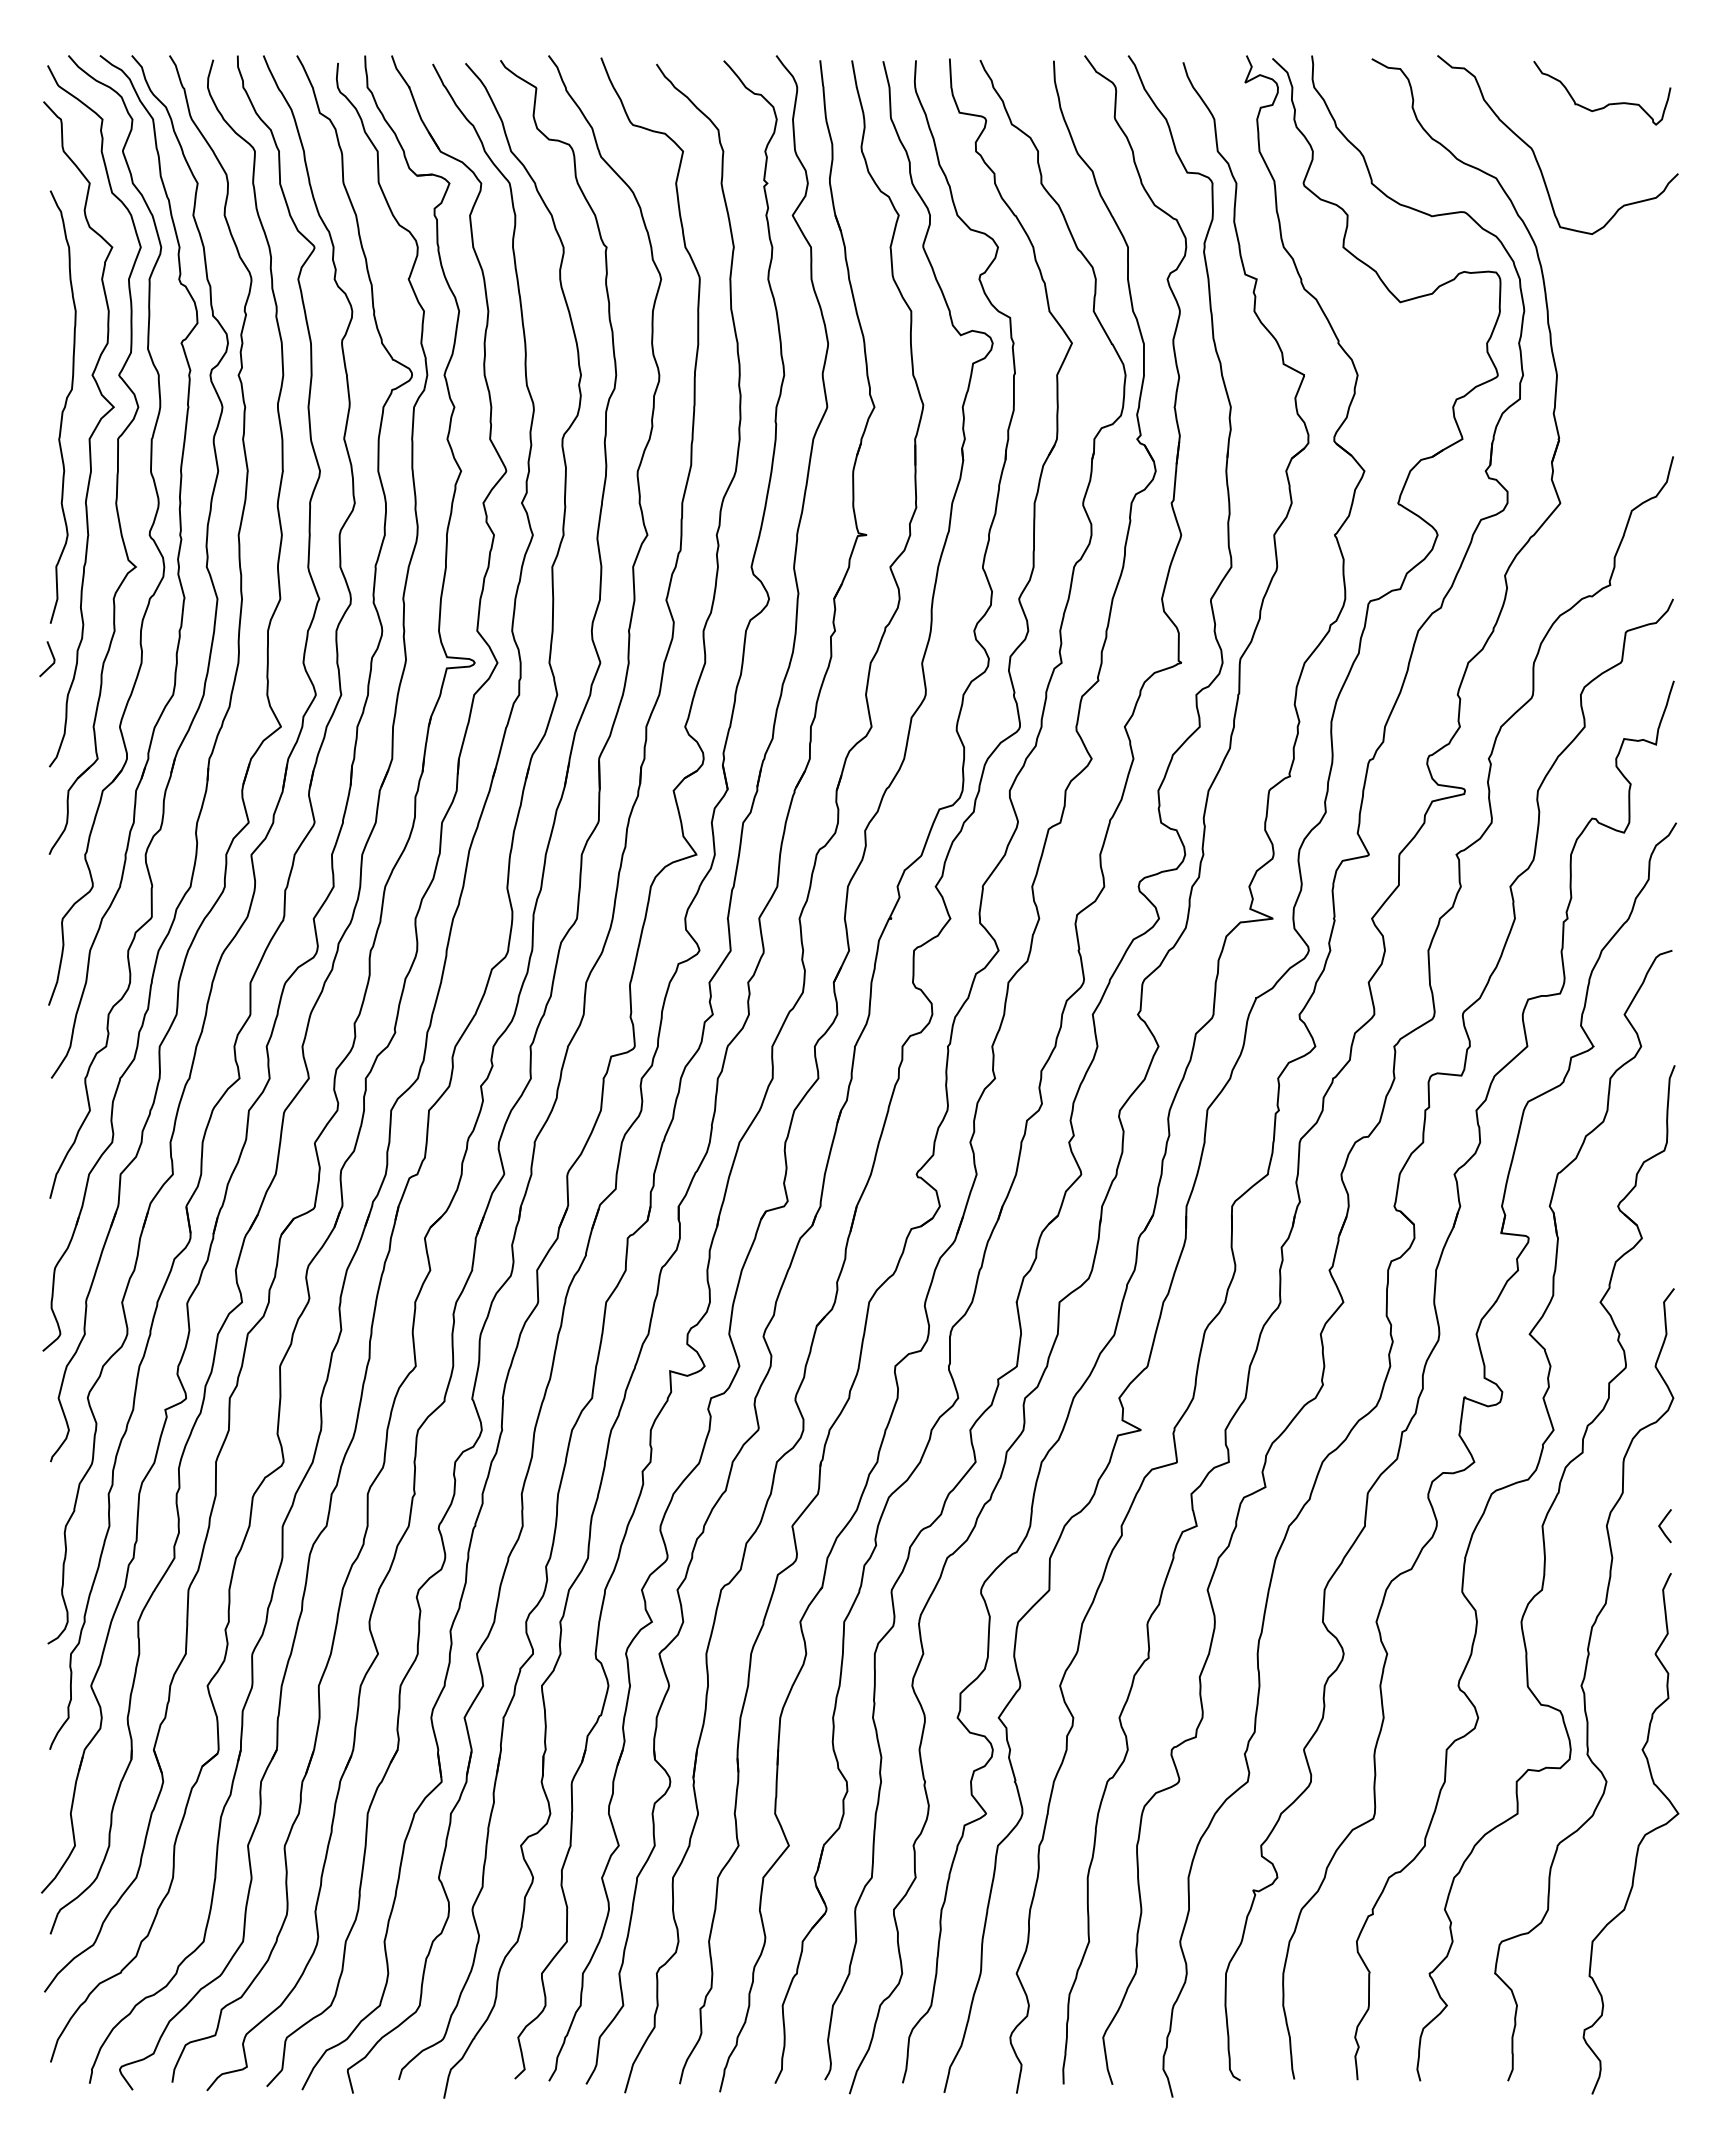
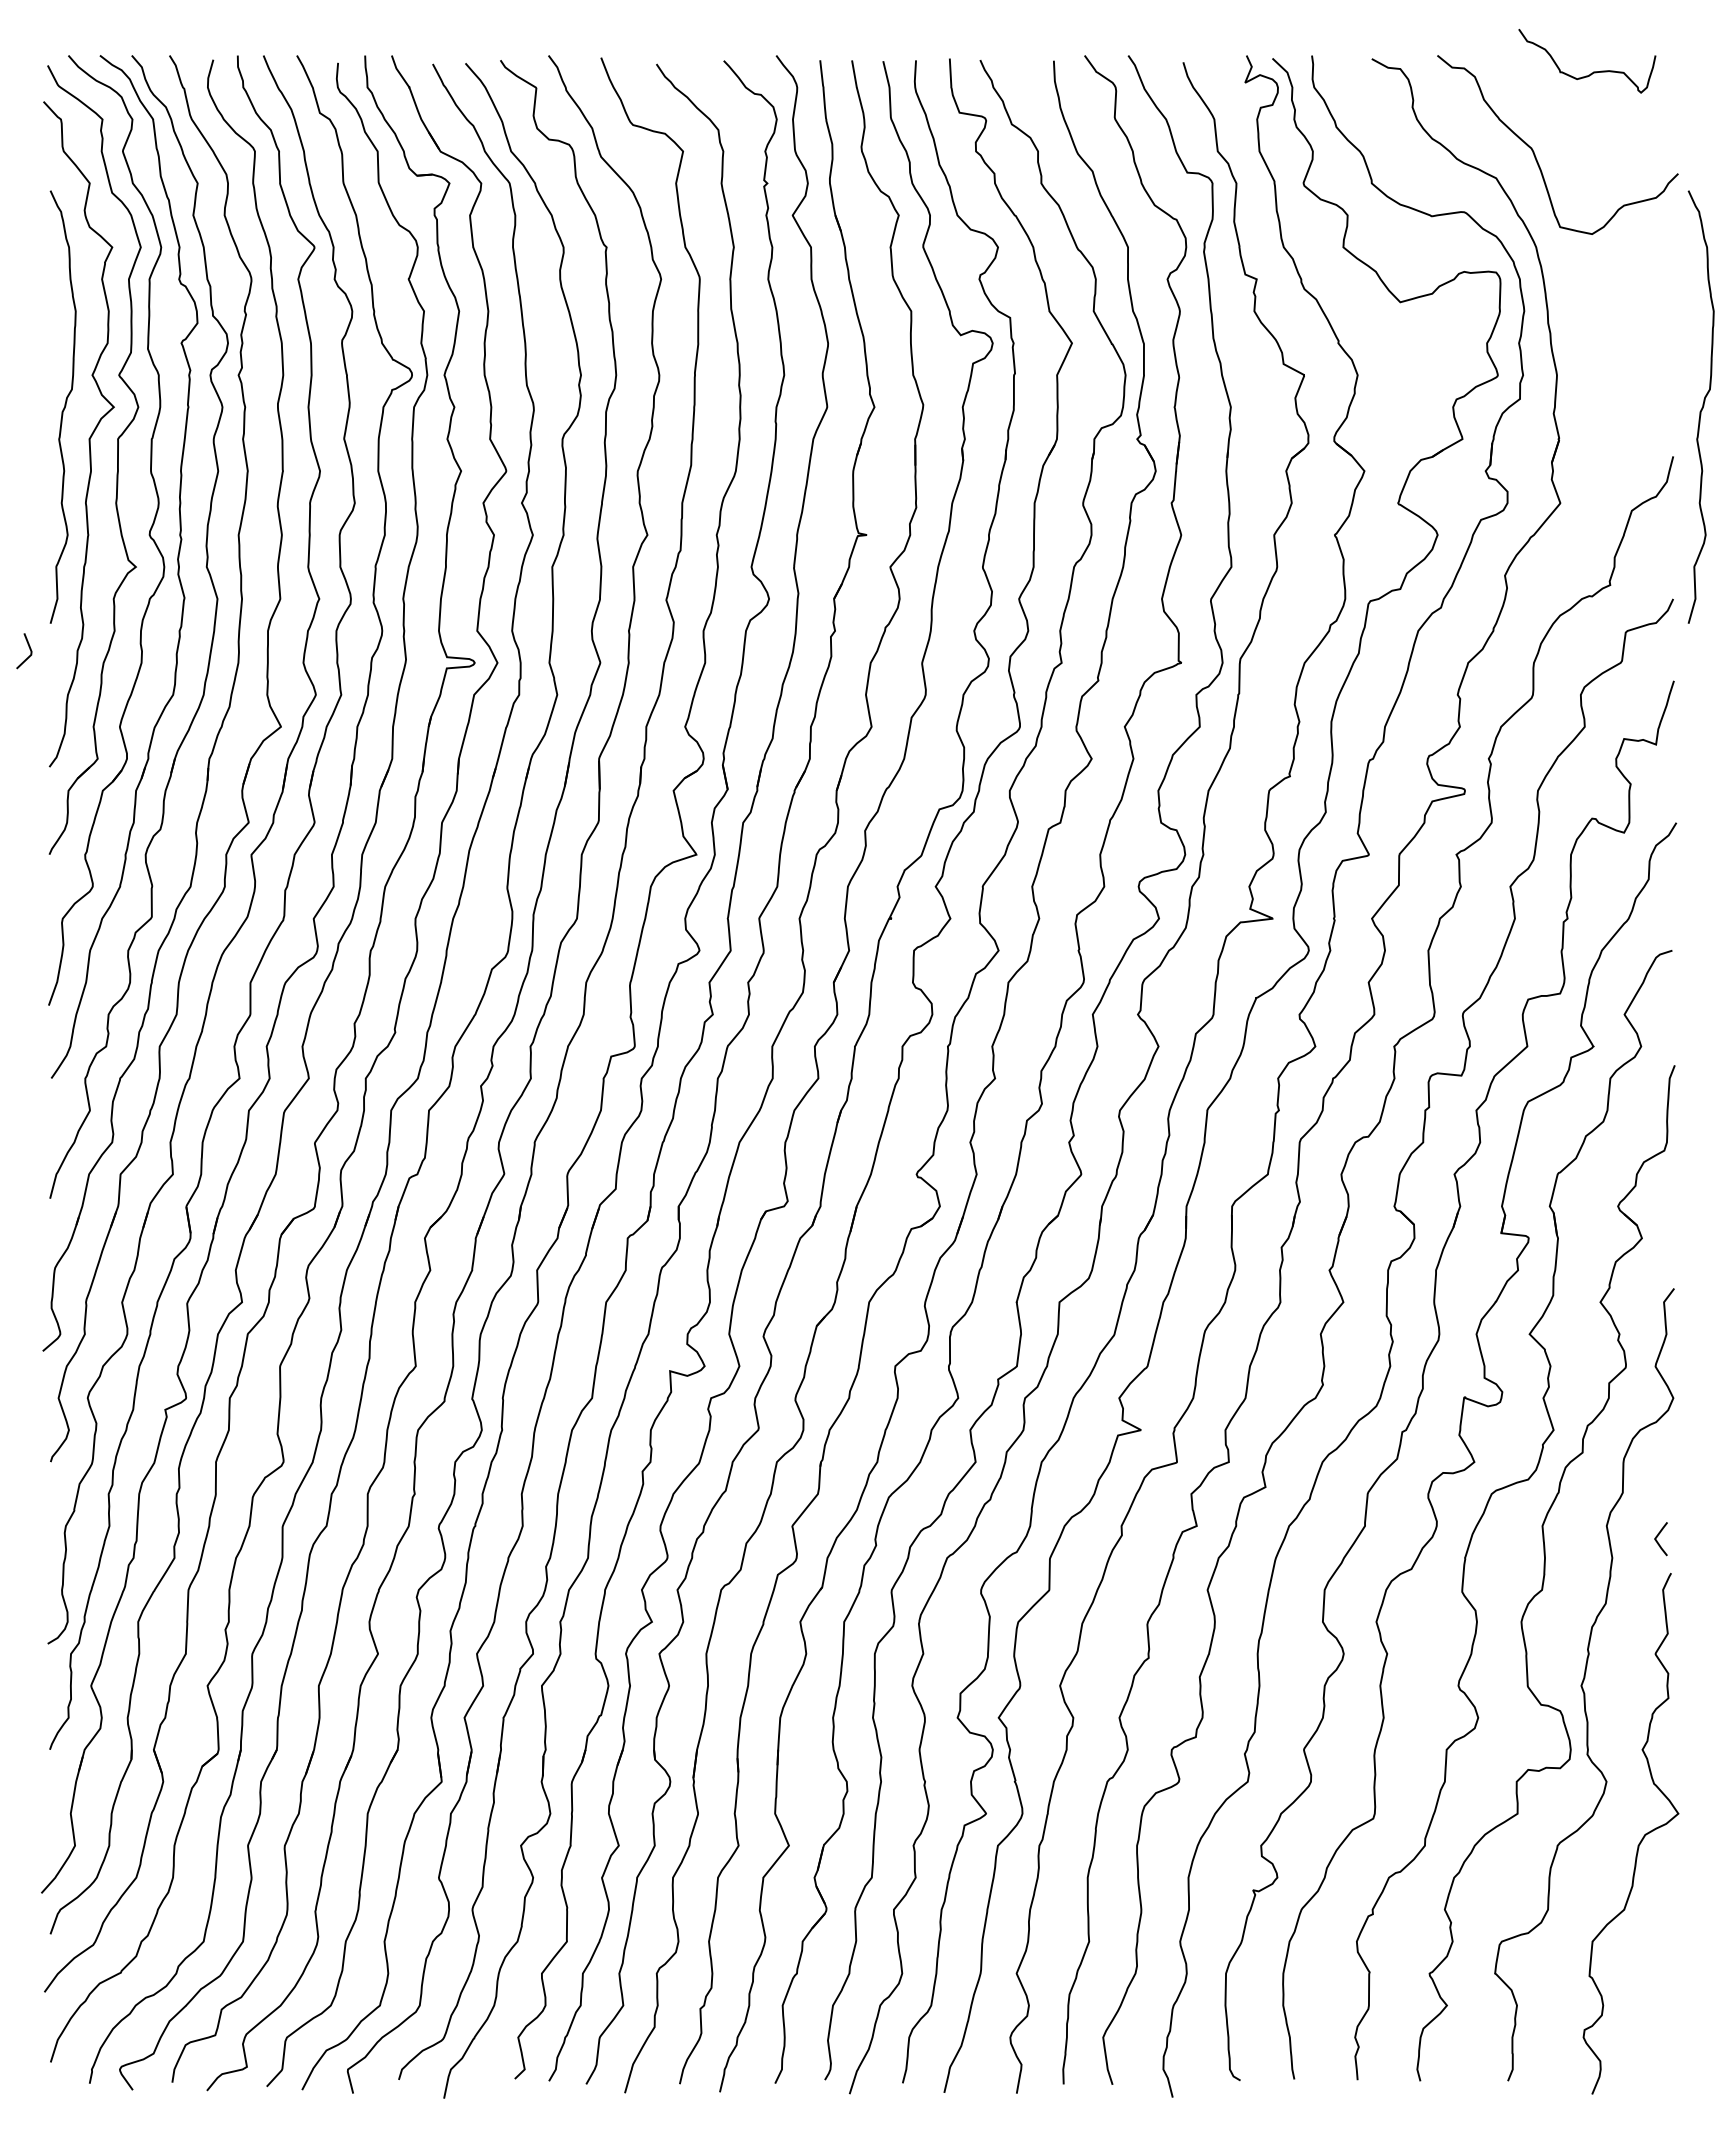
curve at (1608, 103) position: (1608, 103) -> (1593, 71)
curve at (1701, 407): none -> present
line at (52, 657) position: (52, 657) -> (29, 649)
line at (1661, 1527) position: (1661, 1527) -> (1657, 1540)
